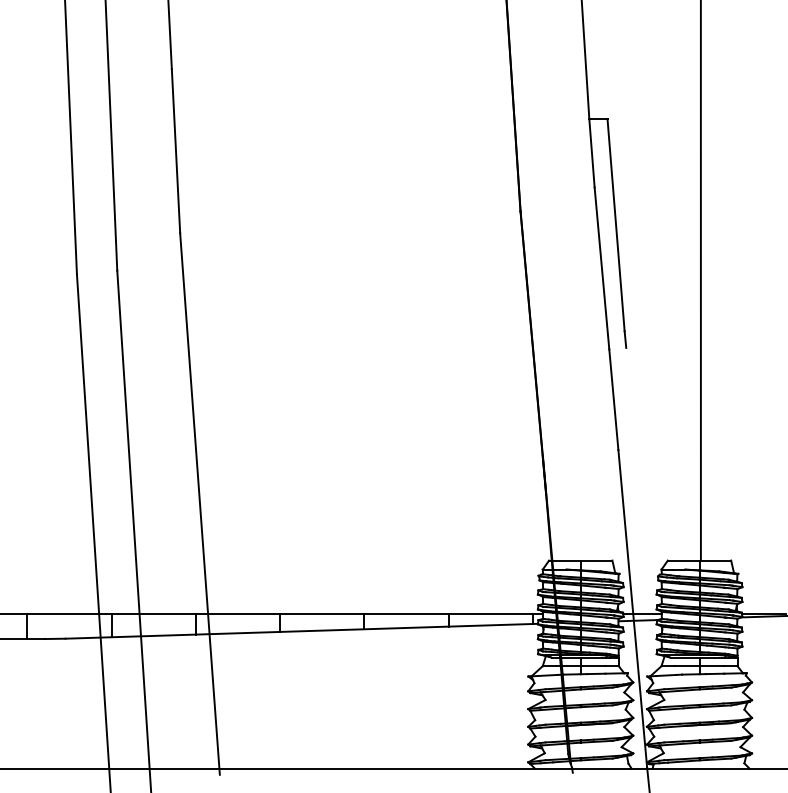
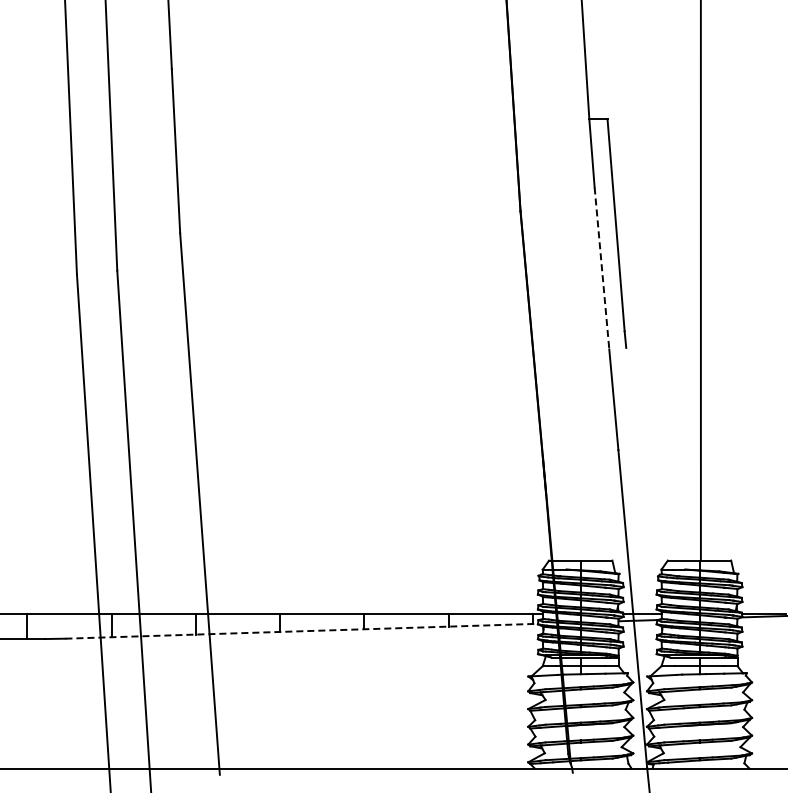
line at (602, 268): solid -> dashed
line at (302, 631): solid -> dashed
